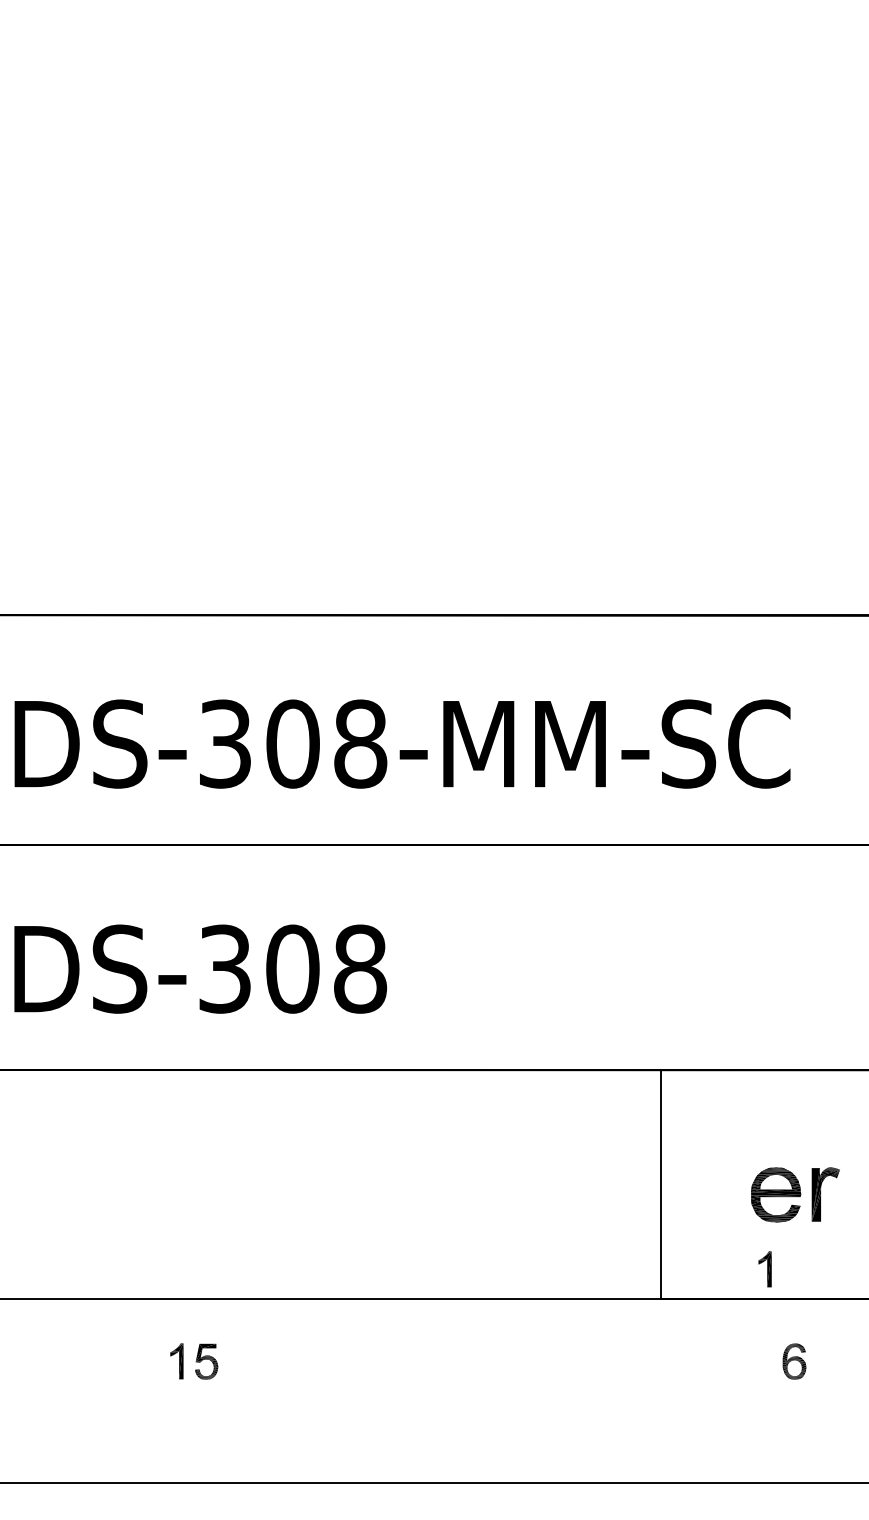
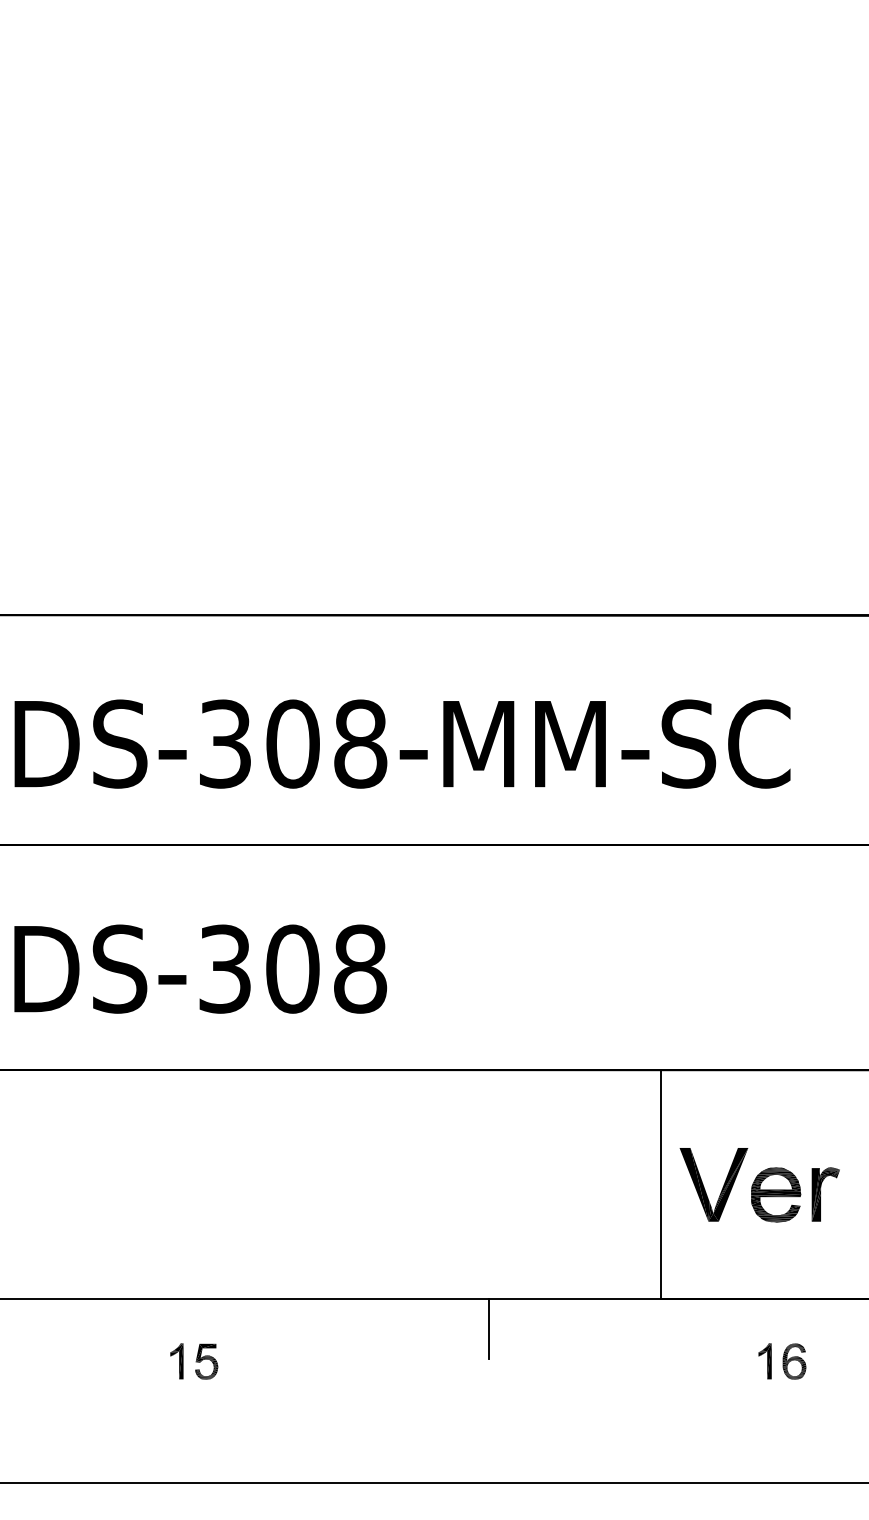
part at (704, 1186): none -> present
part at (764, 1269) position: (764, 1269) -> (764, 1361)
line at (489, 1328): none -> present
